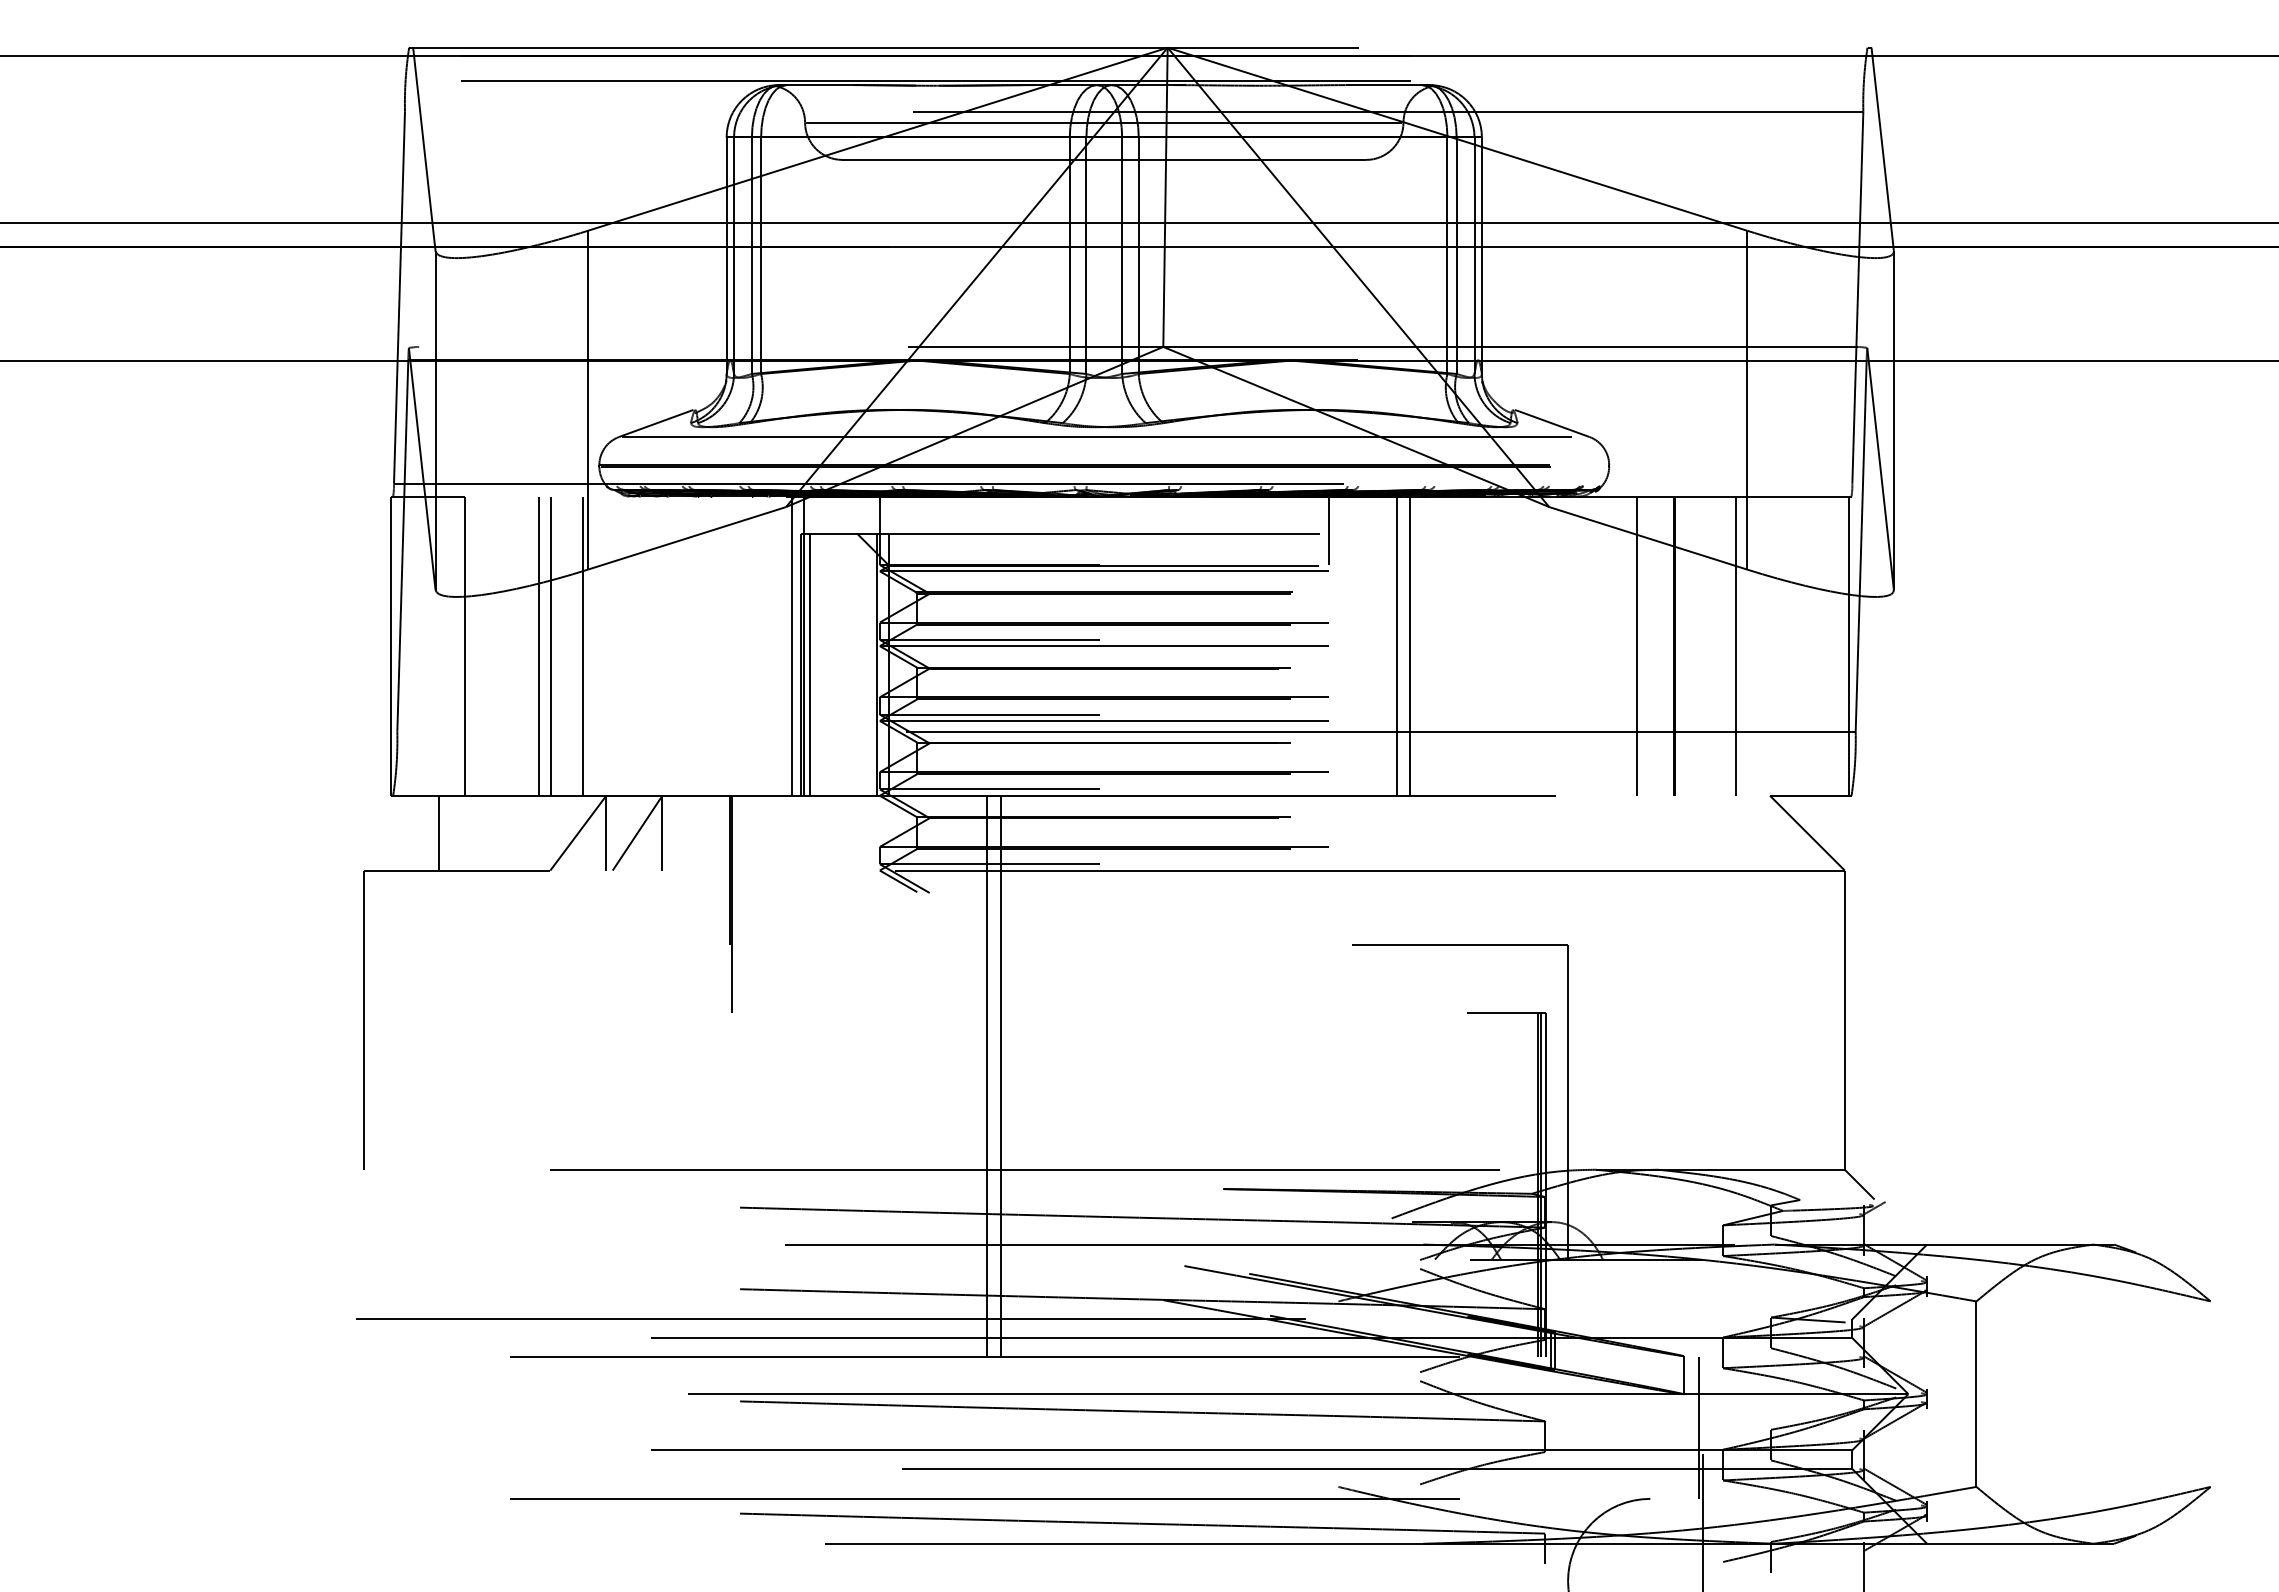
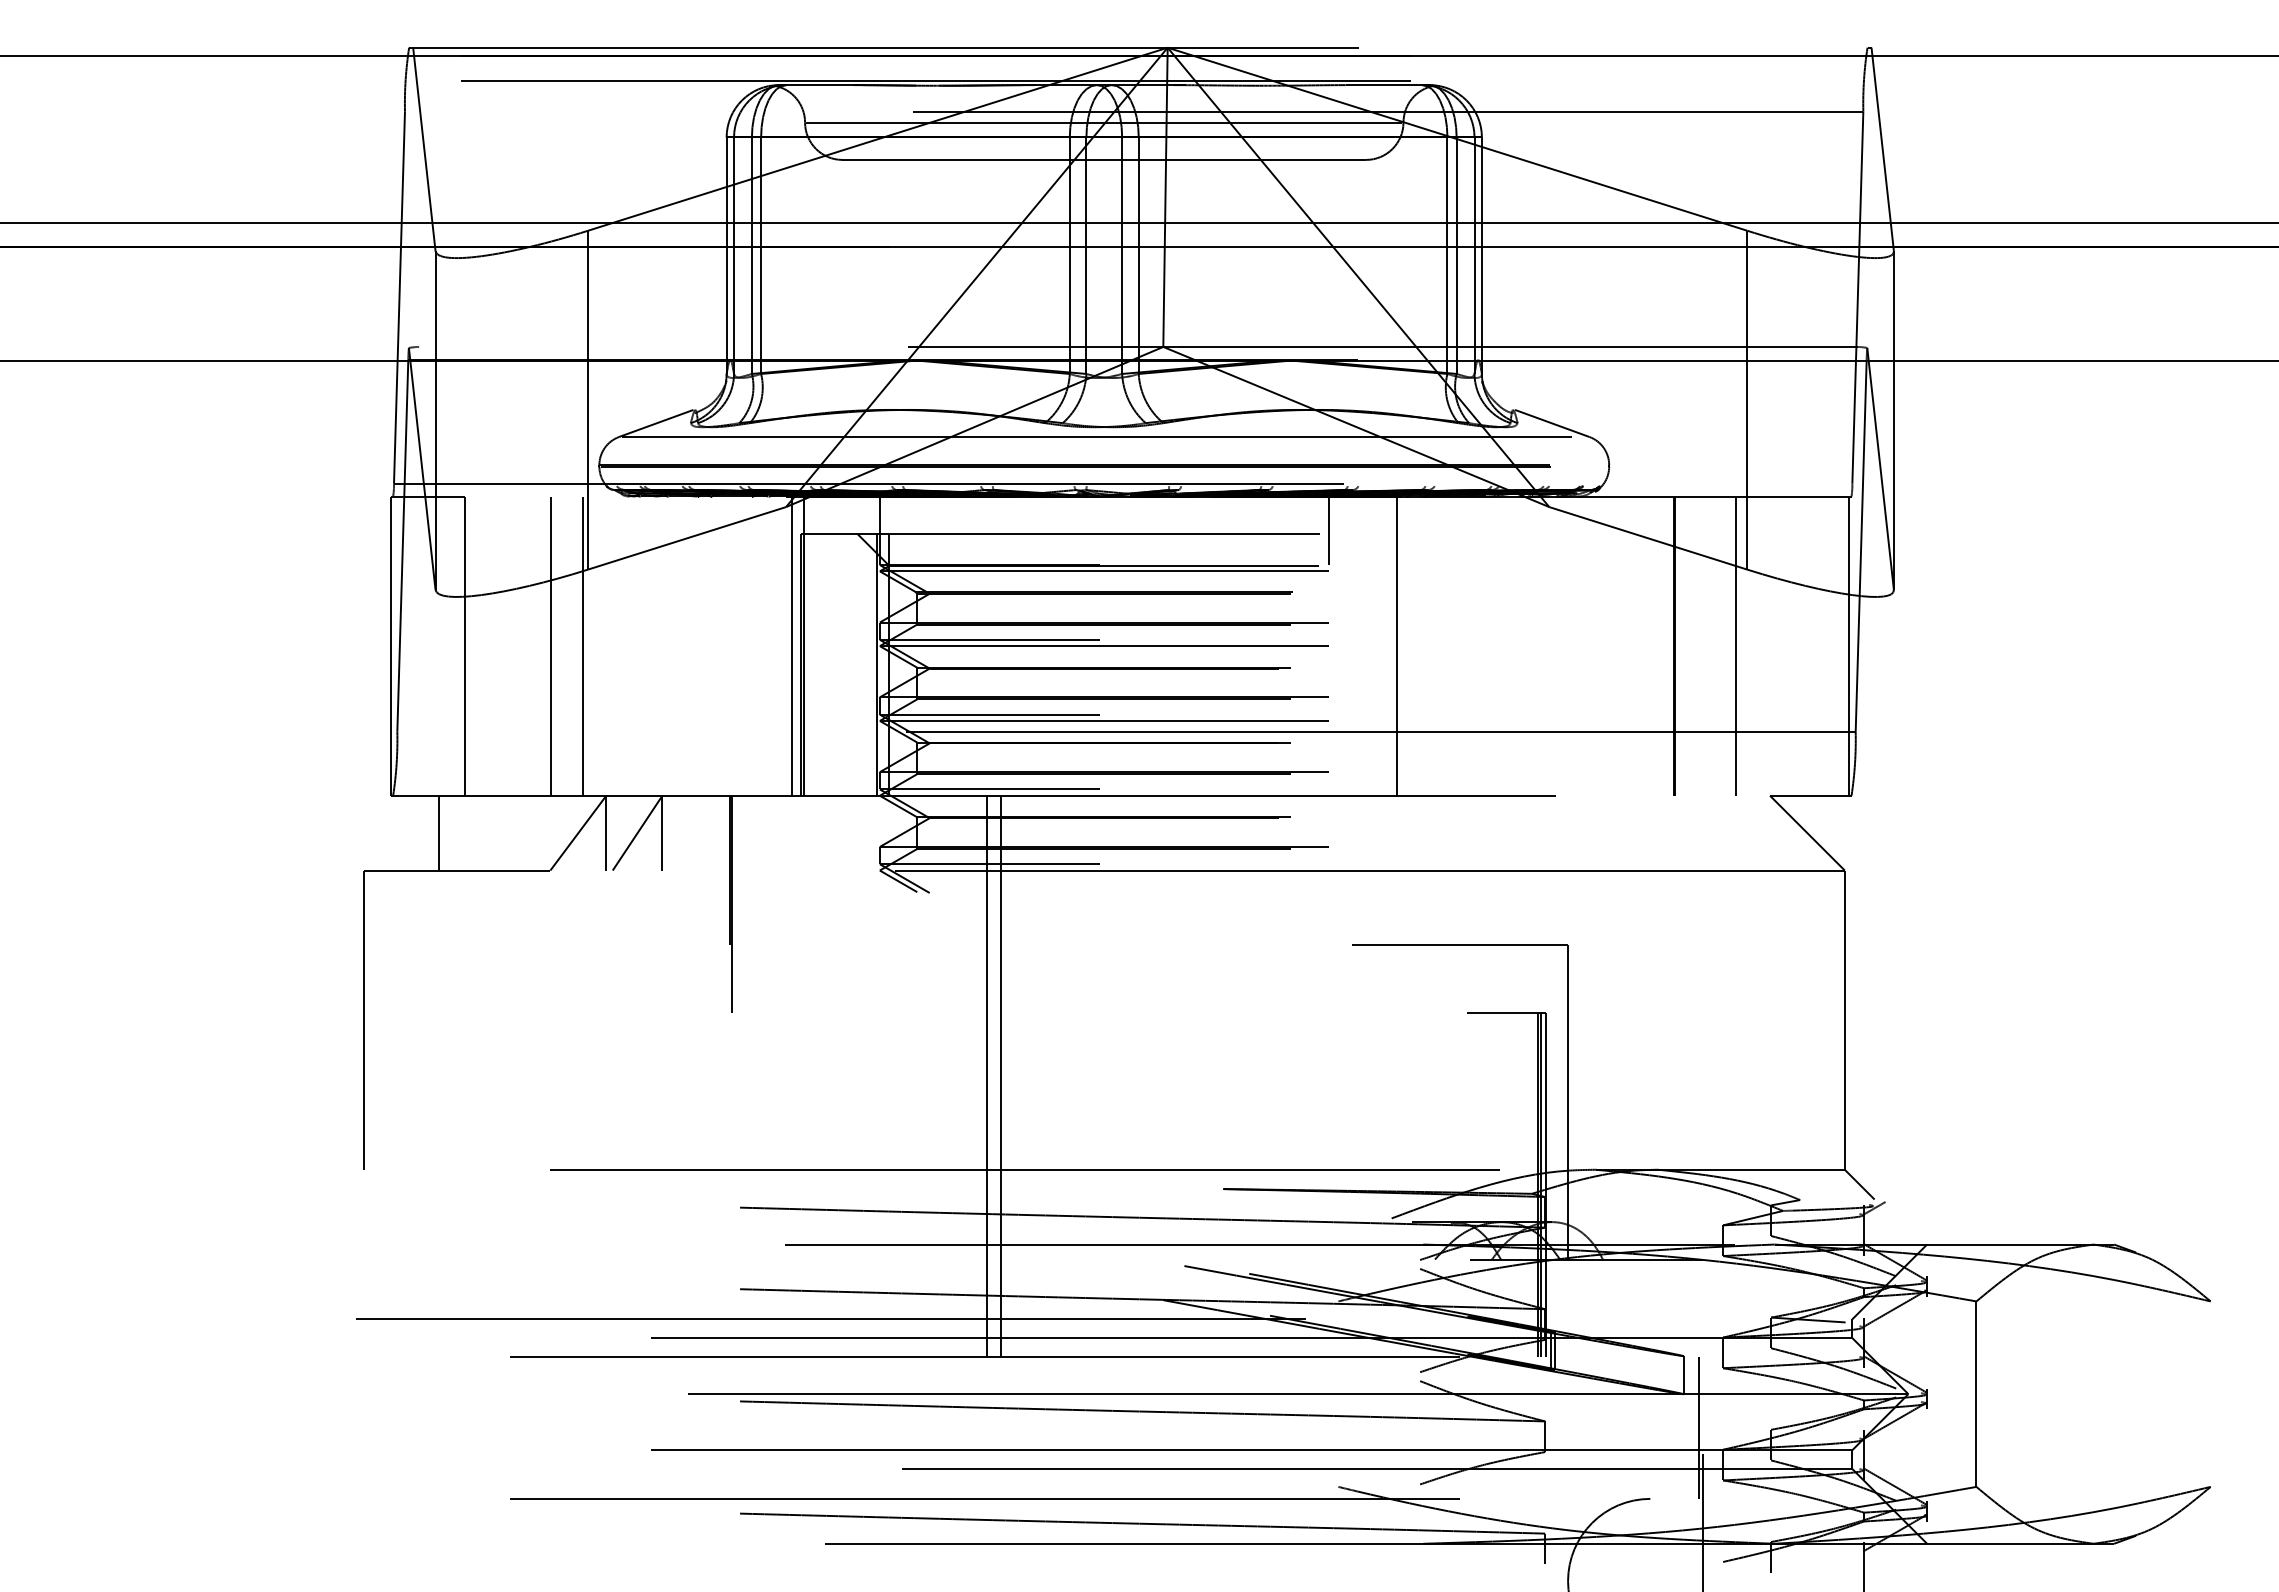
line at (539, 645): present -> none
line at (1409, 645): present -> none
line at (1636, 645): present -> none
line at (809, 664): present -> none
